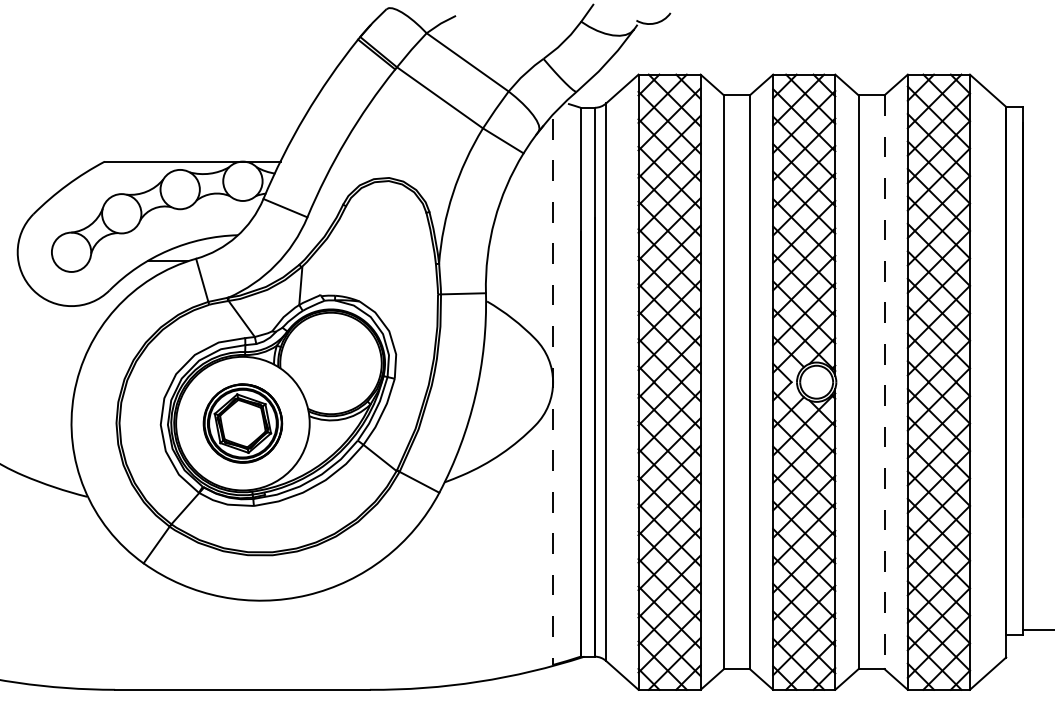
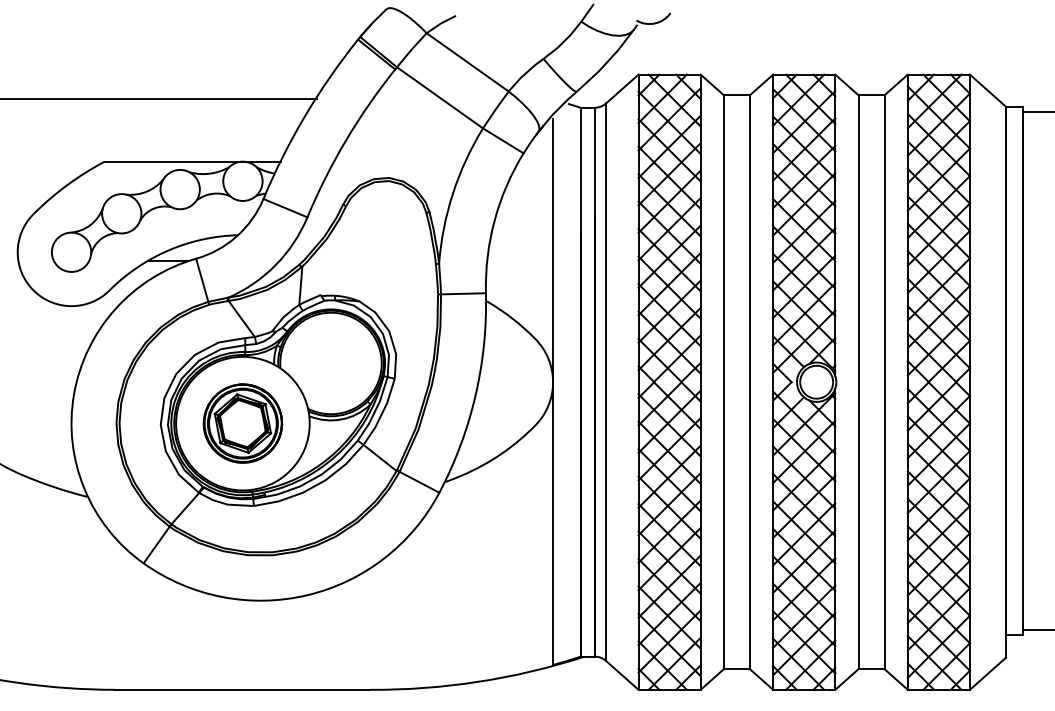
line at (159, 99): none -> present
line at (1036, 112): none -> present
line at (884, 382): dashed -> solid
line at (553, 391): dashed -> solid
